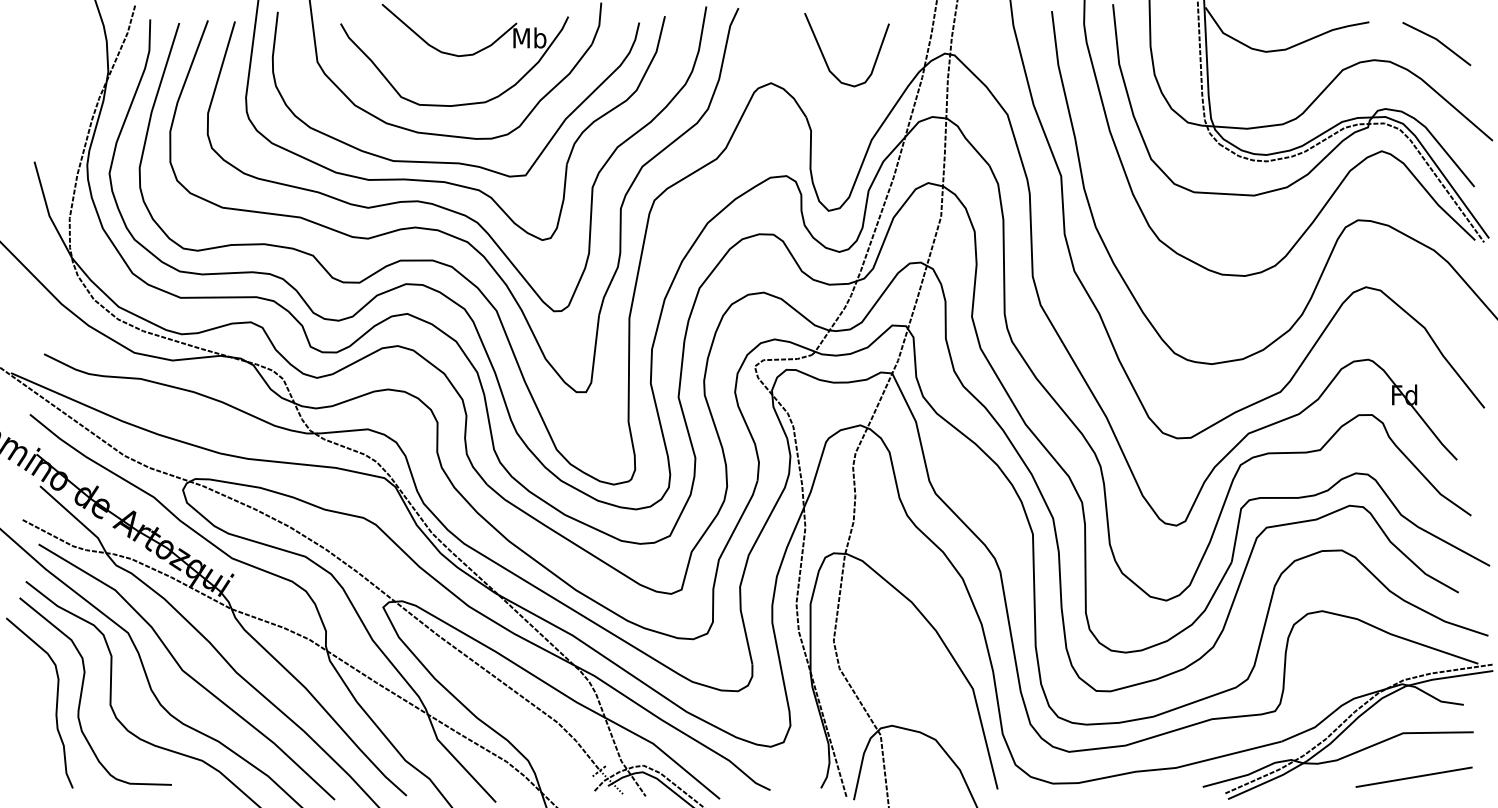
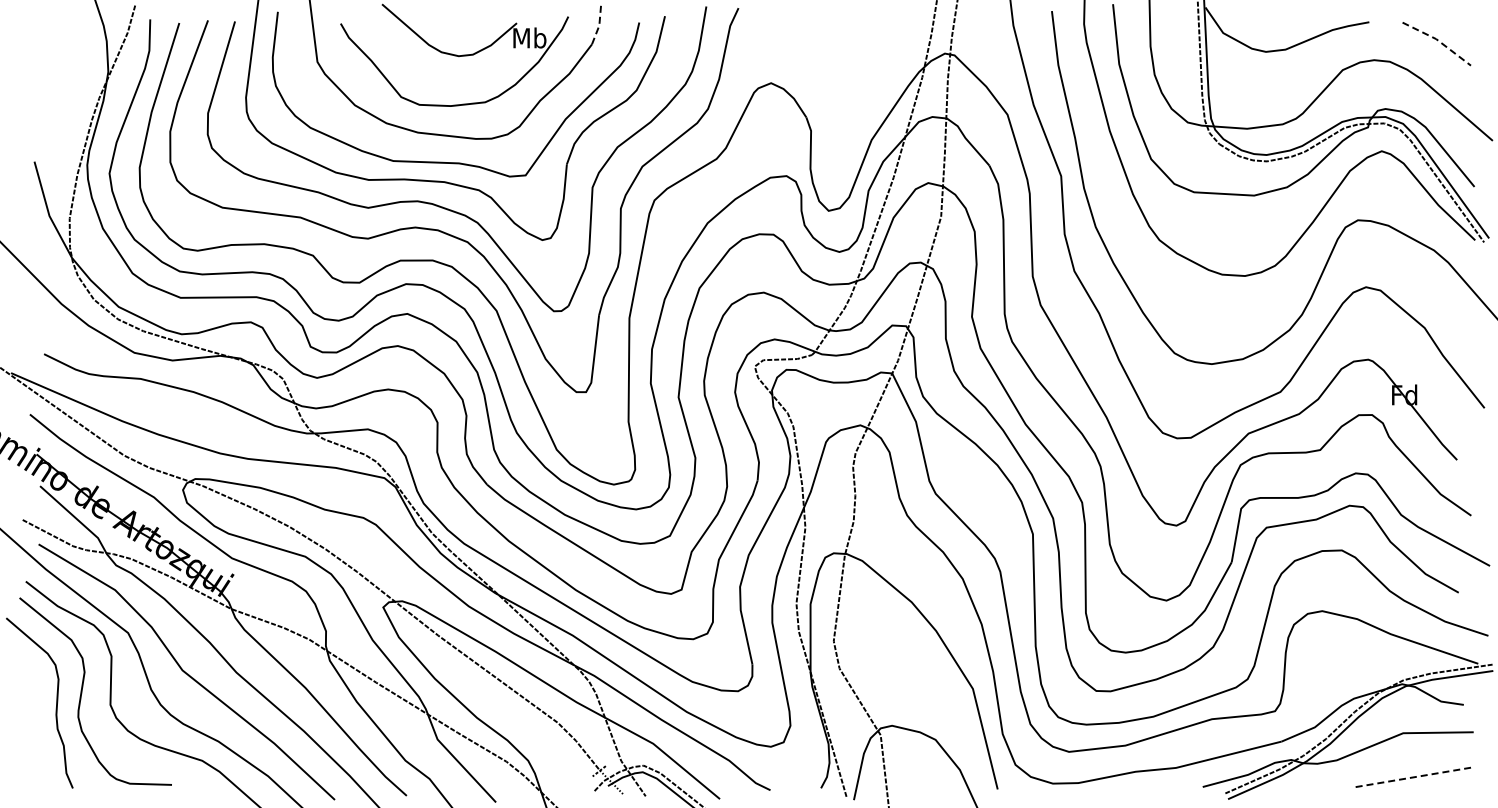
line at (599, 24): solid -> dashed
line at (1438, 40): solid -> dashed
curve at (826, 60): present -> none
line at (1414, 777): solid -> dashed
